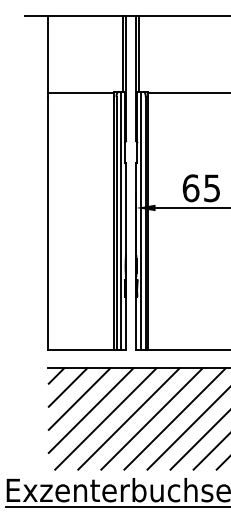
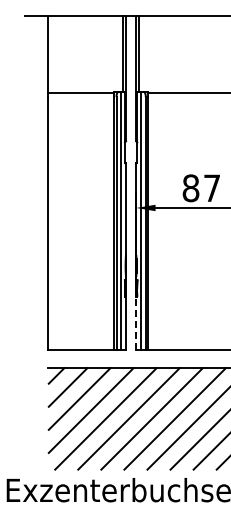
text at (200, 188): 65 -> 87
line at (136, 323): solid -> dashed
line at (116, 506): present -> none
